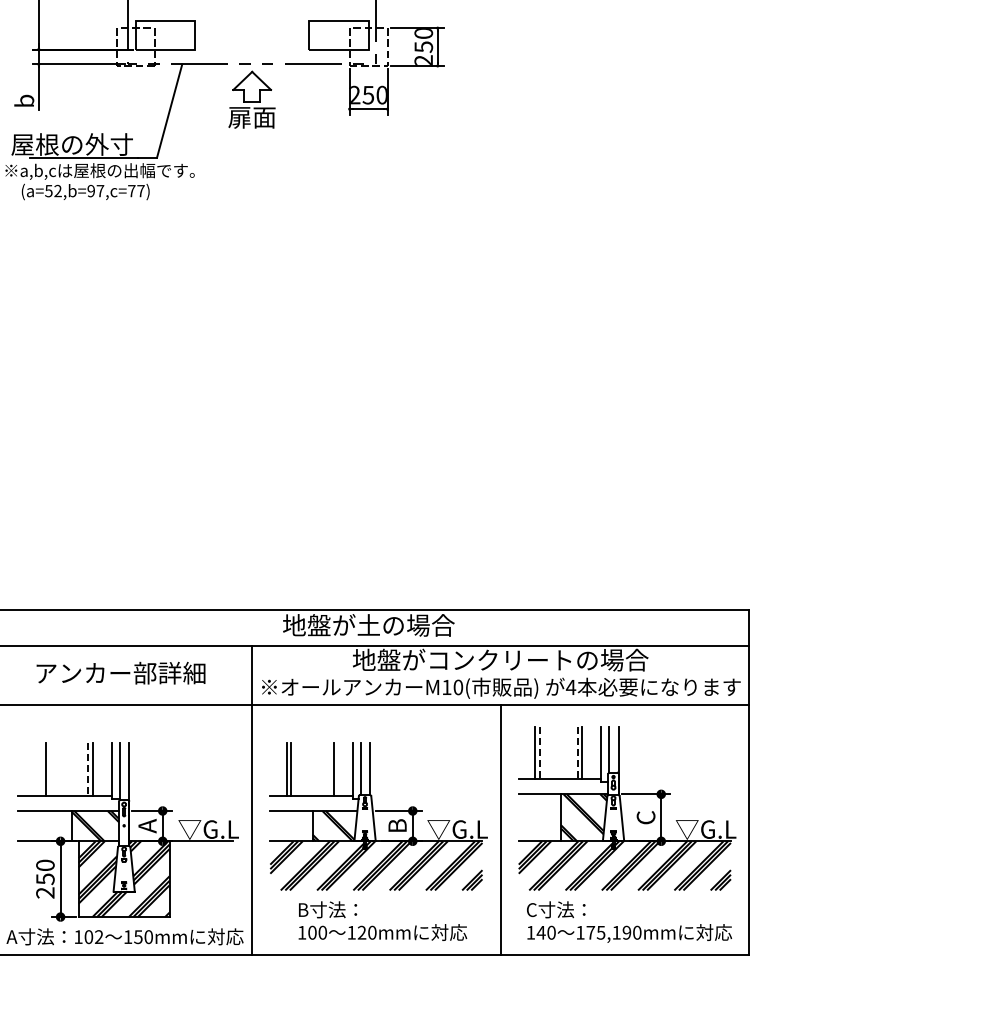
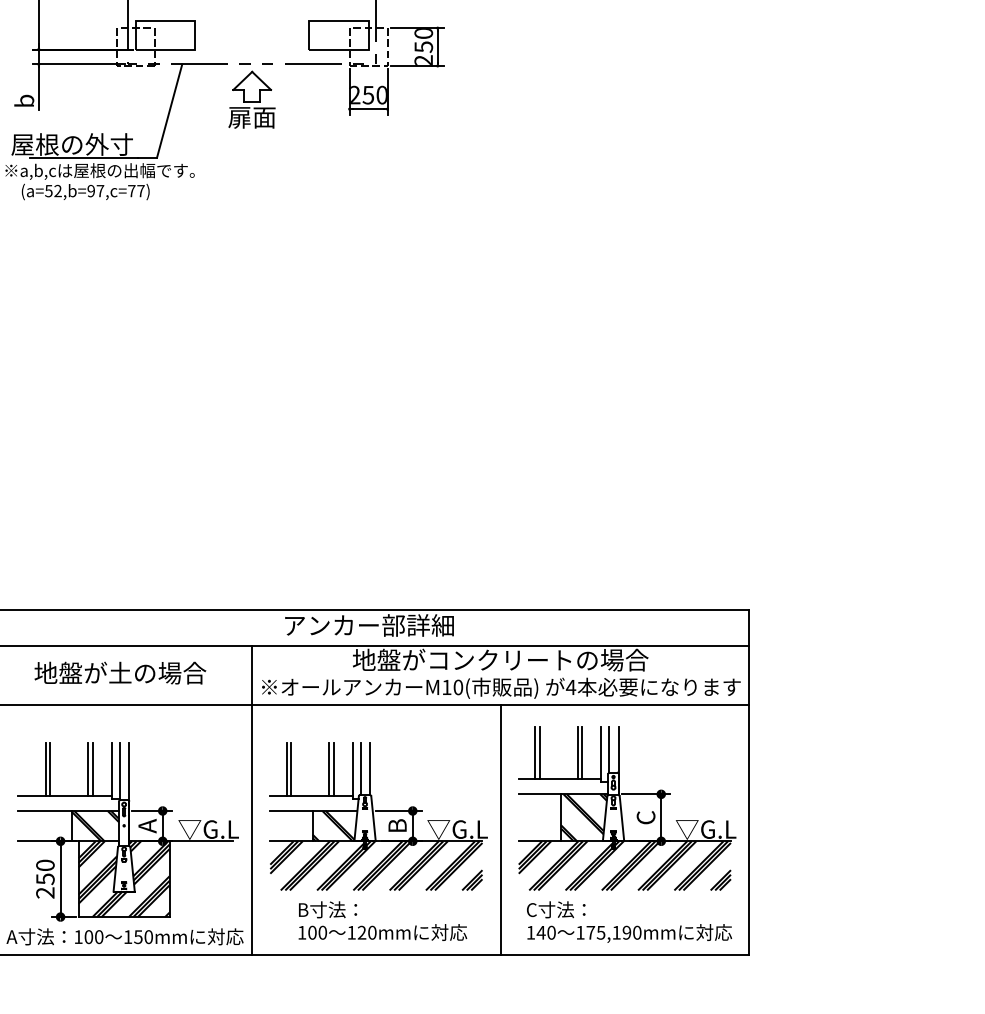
text at (368, 625): 地盤が土の場合 -> アンカー部詳細
text at (120, 672): アンカー部詳細 -> 地盤が土の場合
line at (539, 753): dashed -> solid
line at (577, 753): dashed -> solid
line at (50, 769): none -> present
line at (329, 769): none -> present
line at (88, 770): dashed -> solid
text at (99, 937): 102 -> 100
